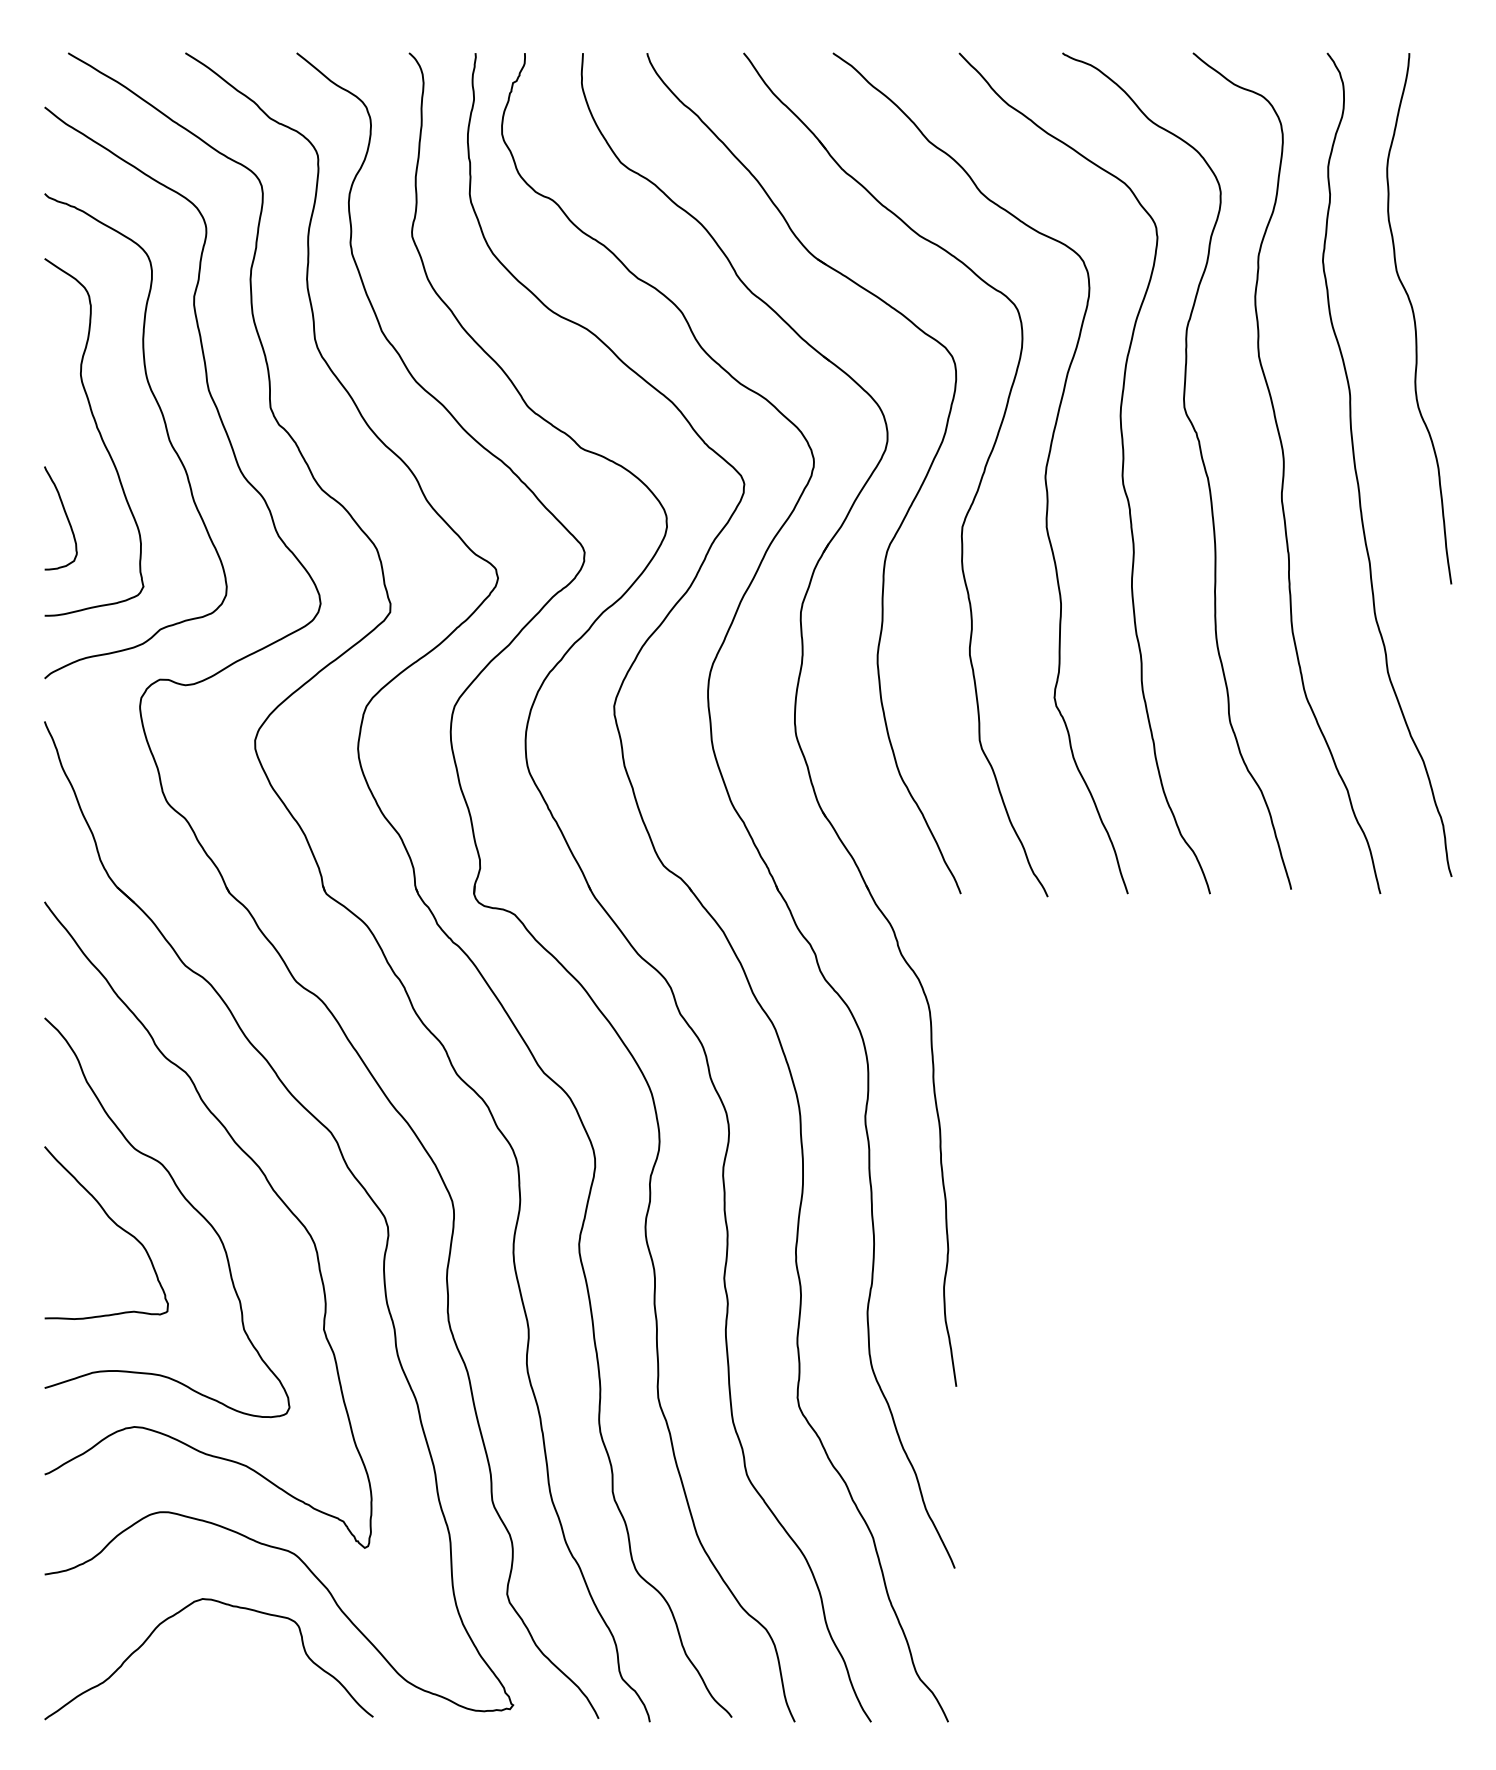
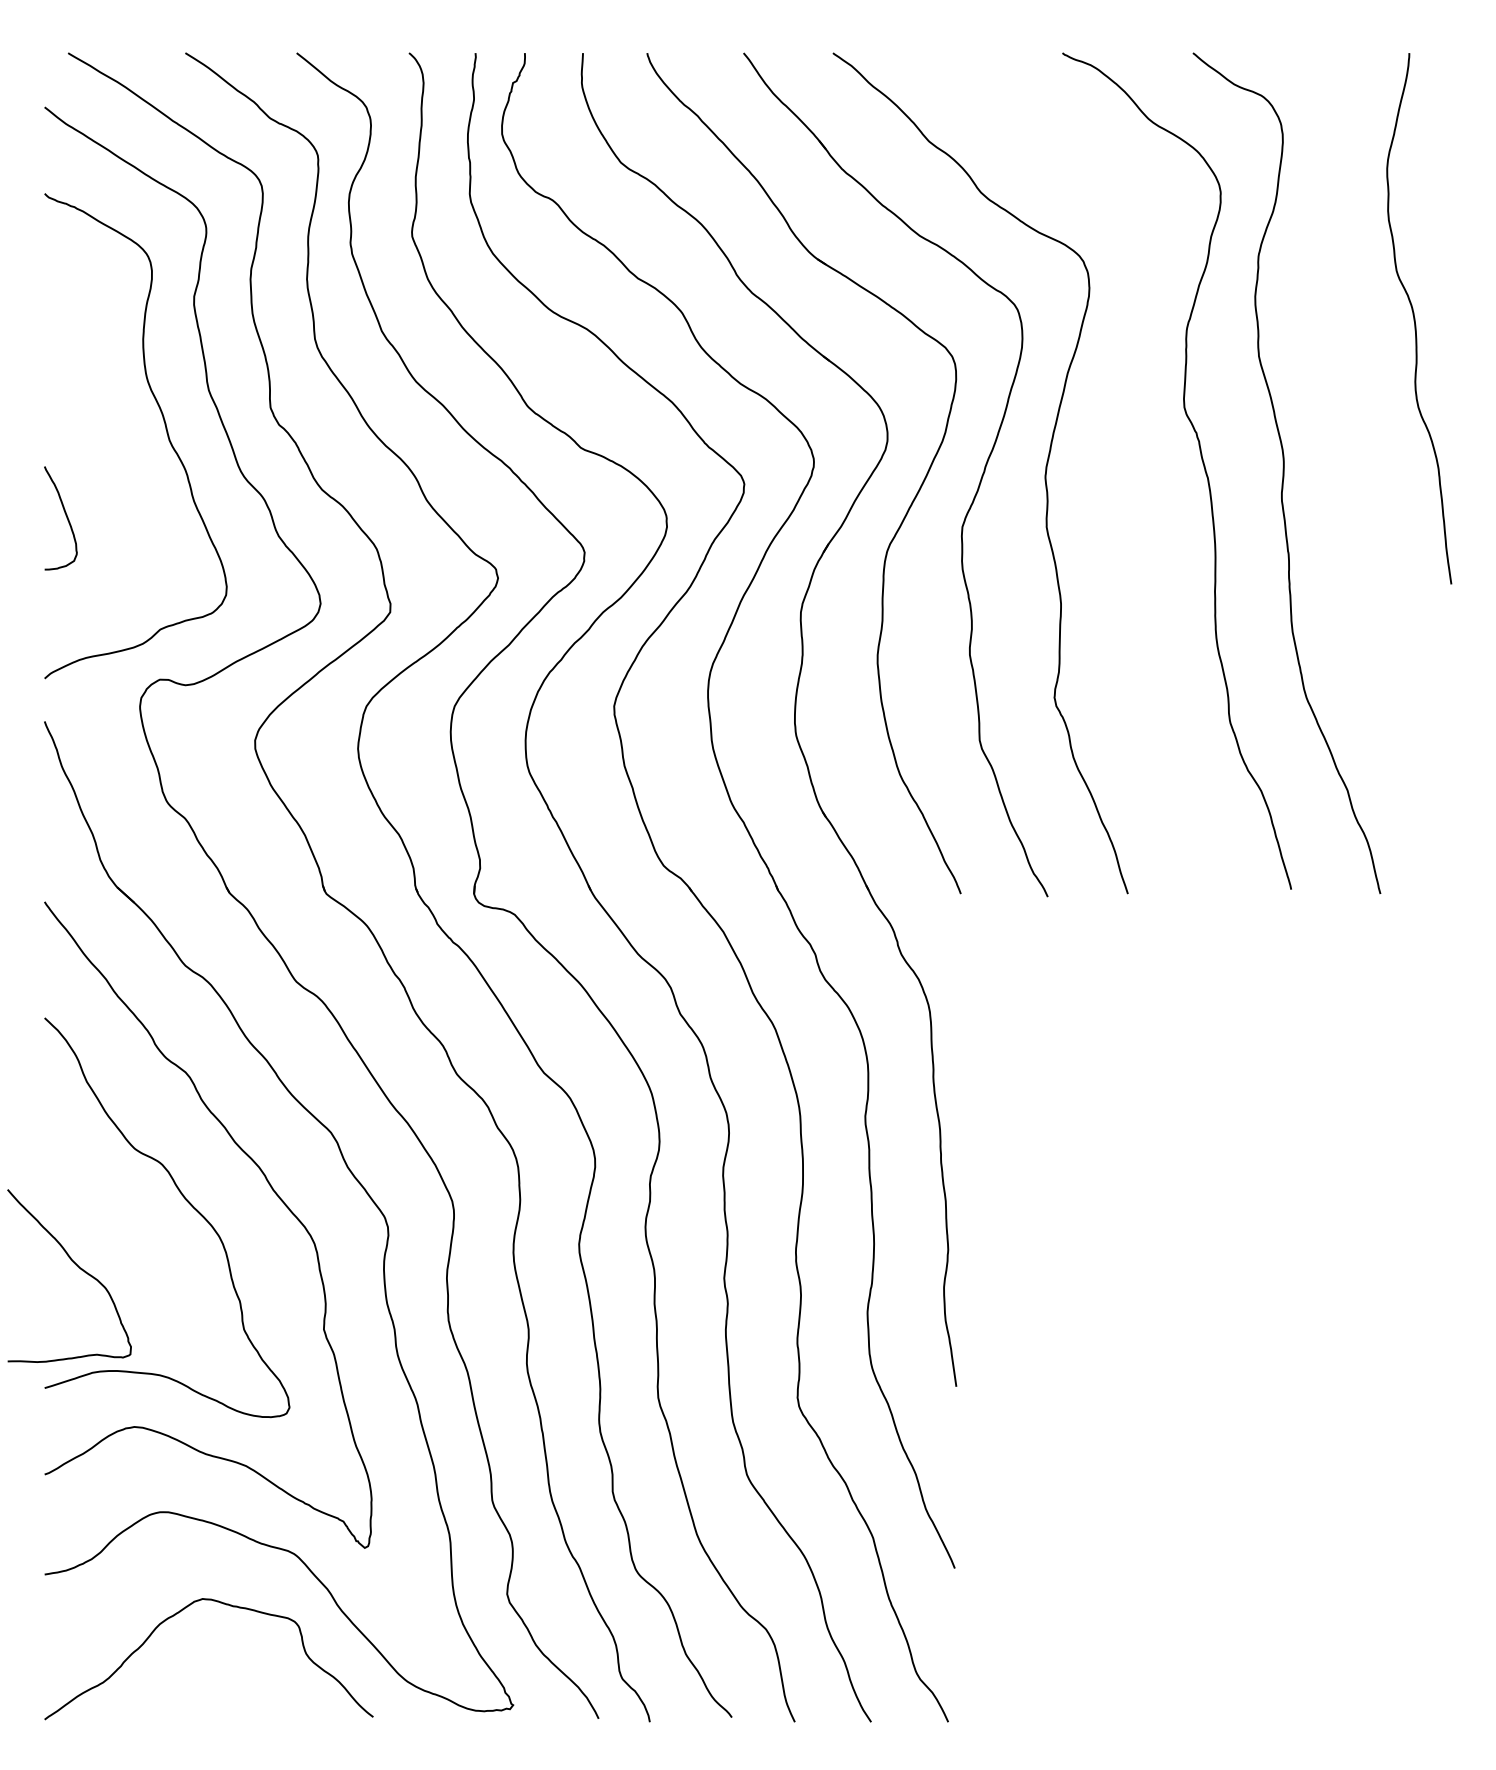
curve at (99, 435): present -> none
curve at (1356, 468): present -> none
curve at (1121, 473): present -> none
curve at (114, 1223) position: (114, 1223) -> (77, 1266)
